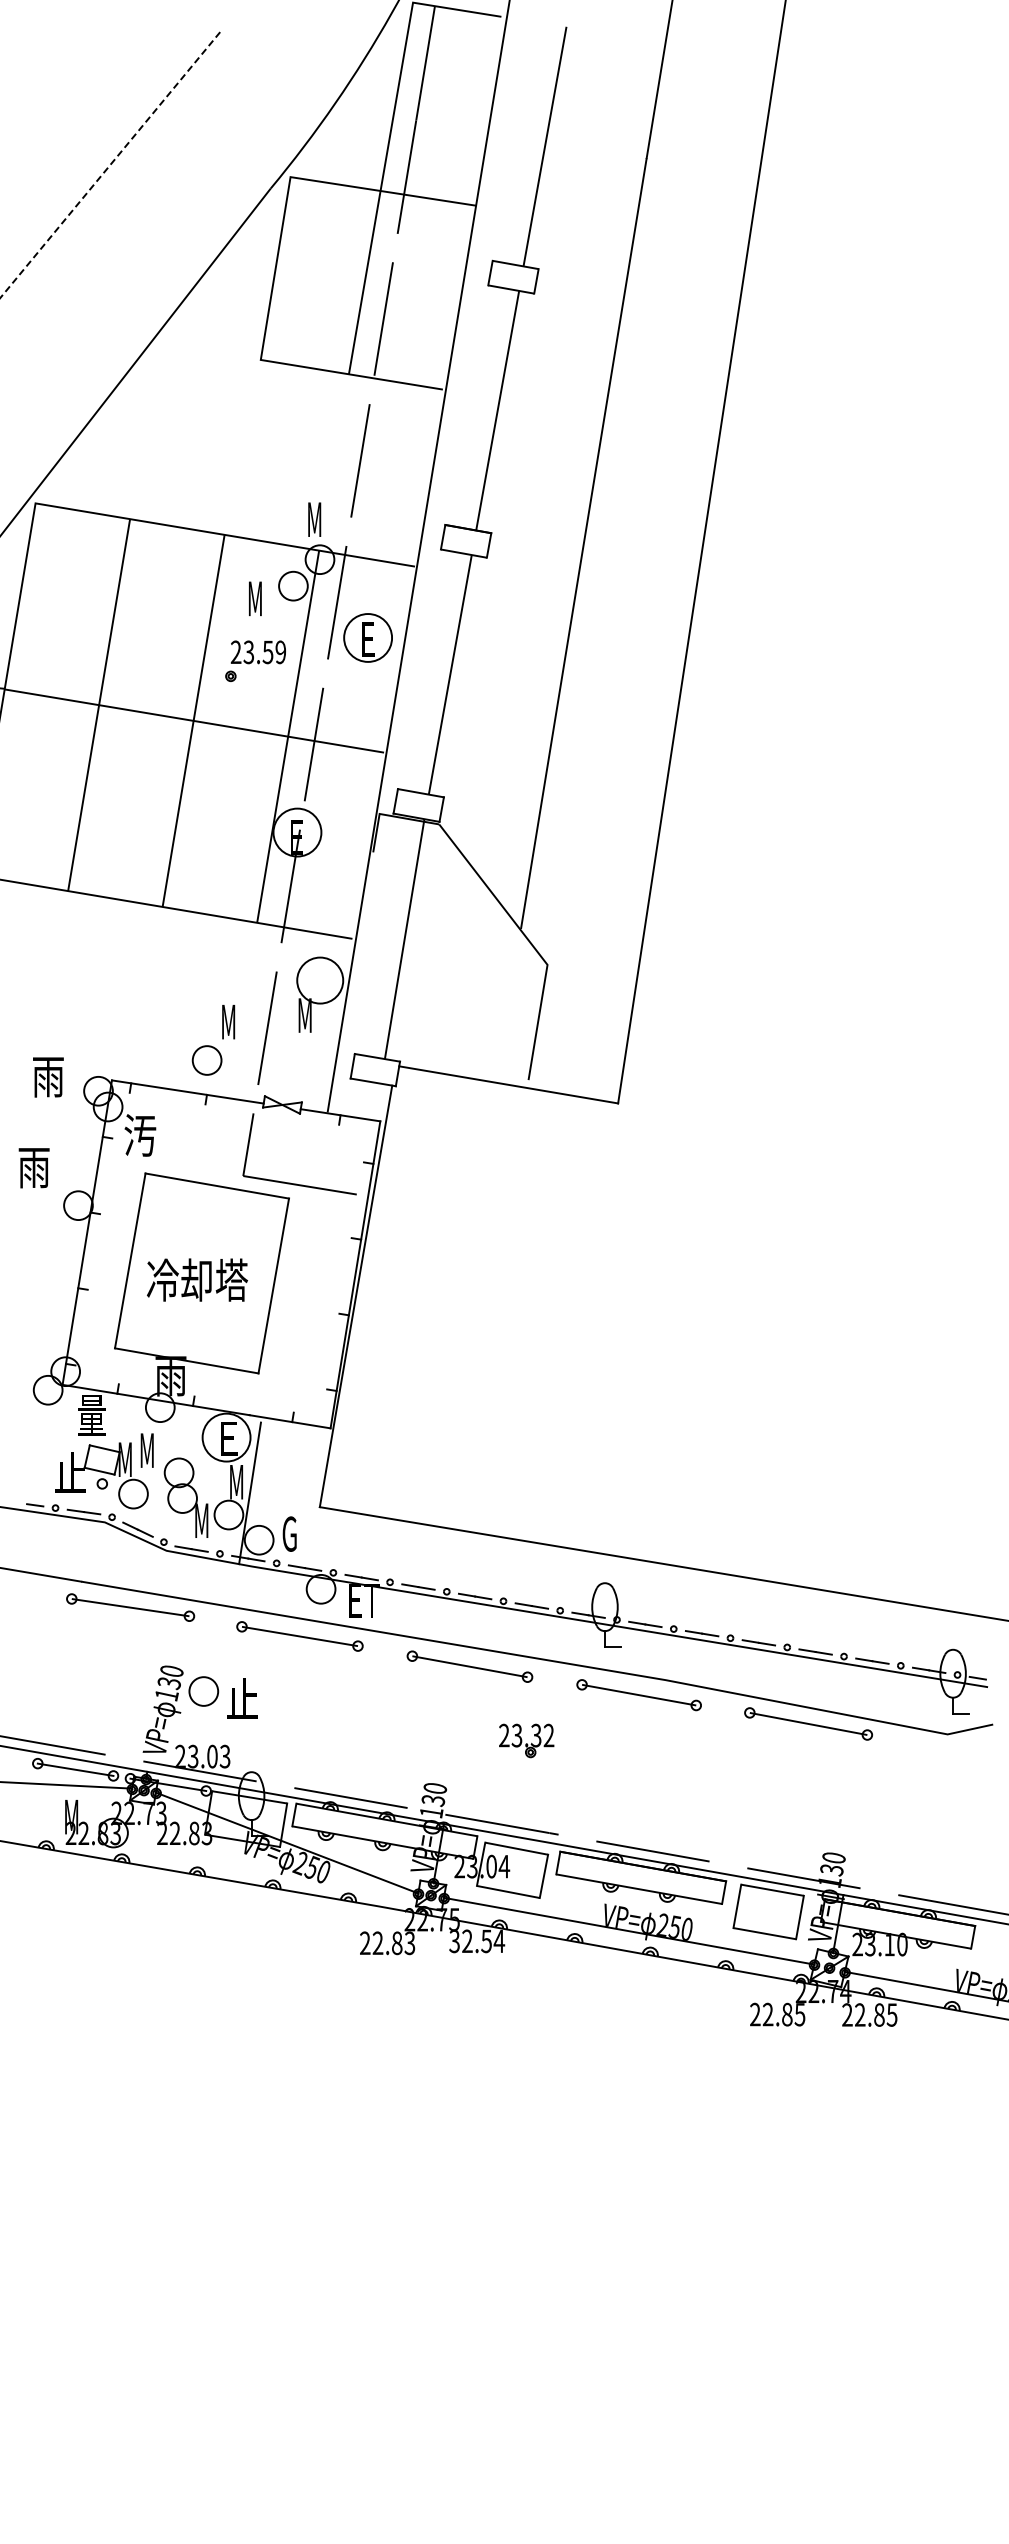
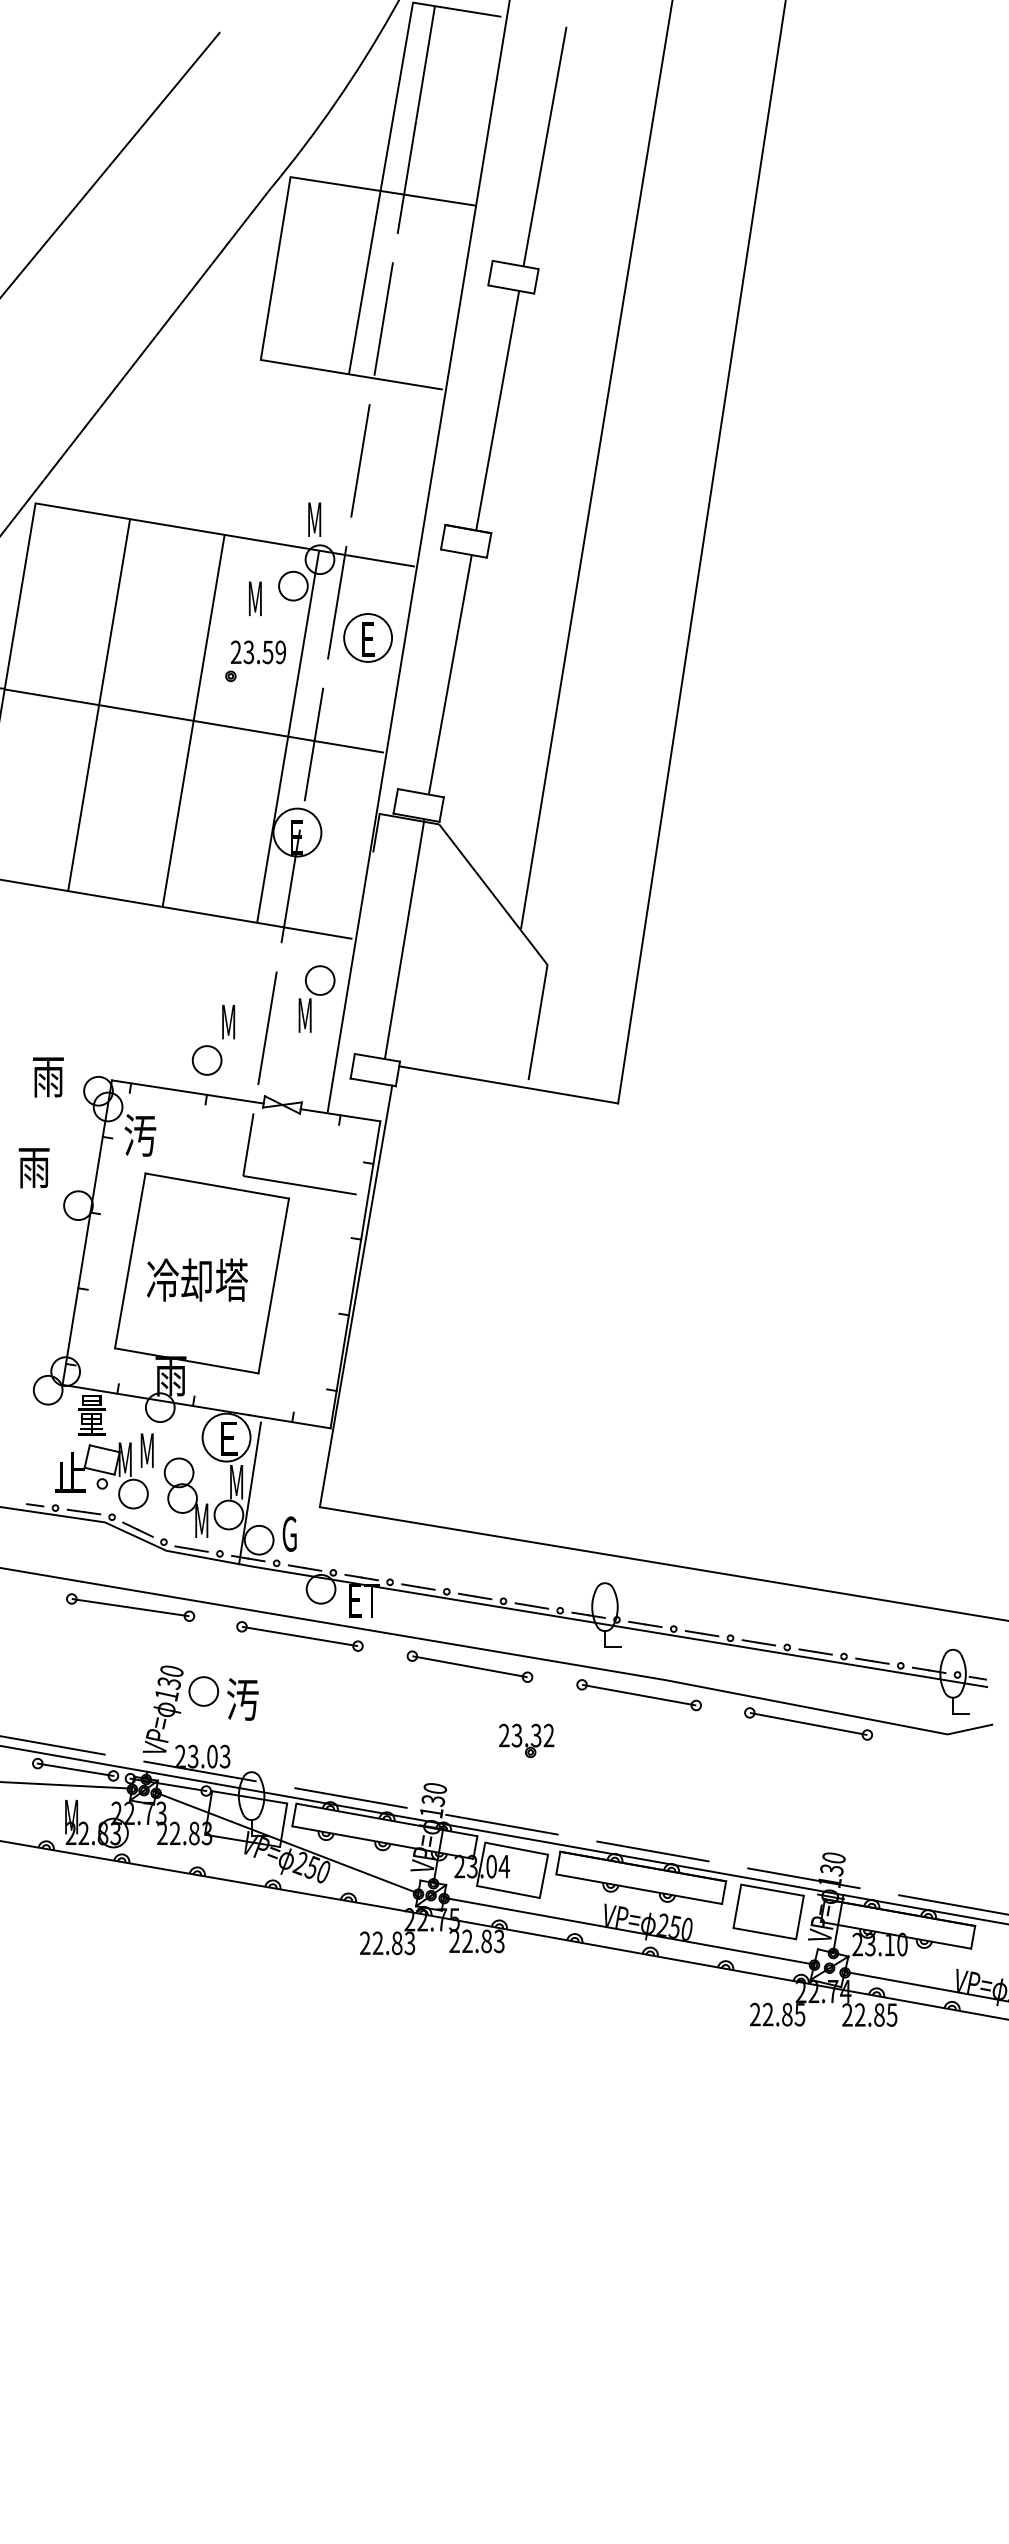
line at (110, 165): dashed -> solid
circle at (320, 980) diameter: 46 px -> 29 px
text at (242, 1699): 止 -> 汚
text at (477, 1941): 32.54 -> 22.83
